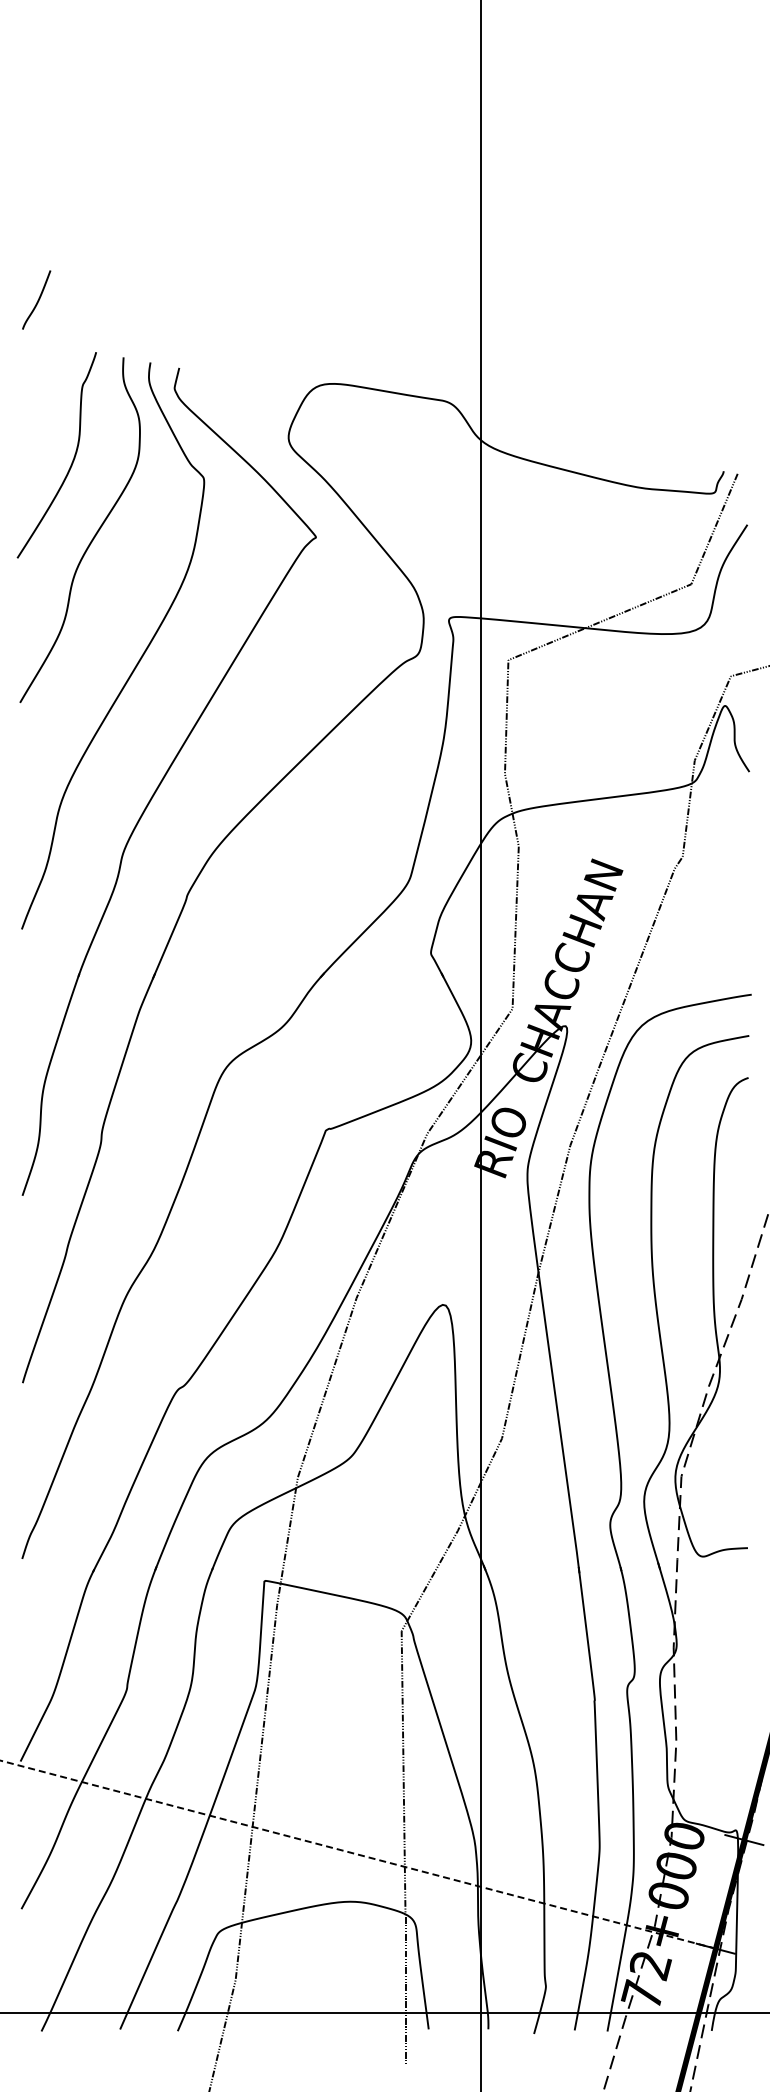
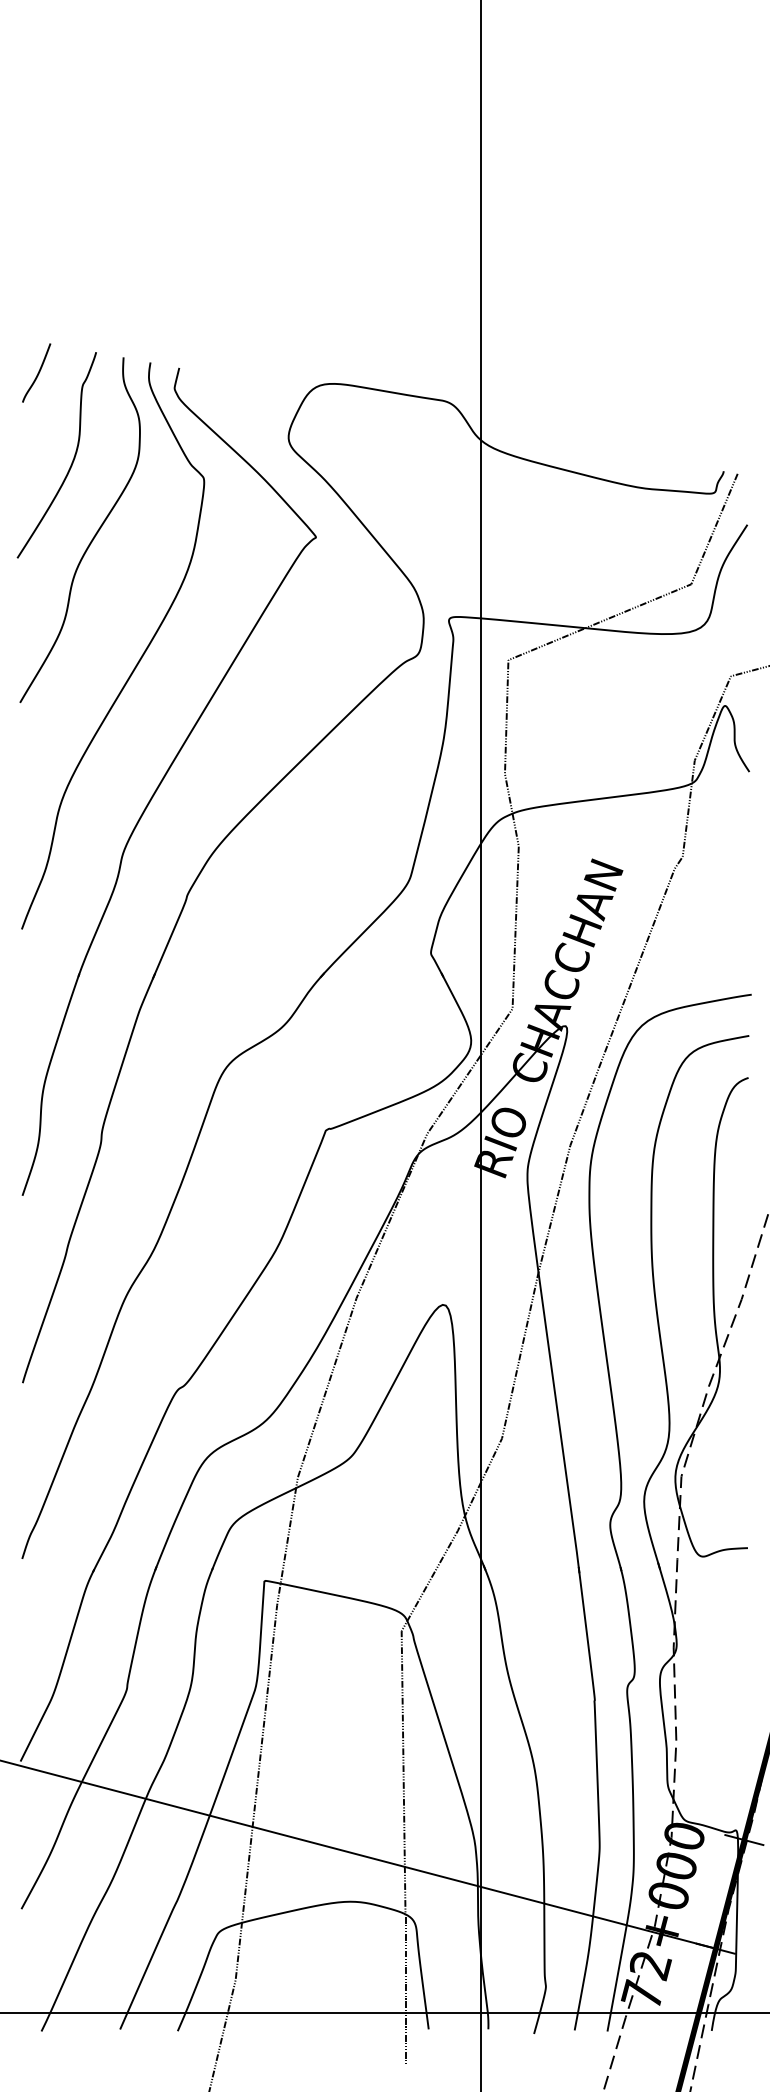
curve at (37, 300) position: (37, 300) -> (37, 373)
line at (358, 1854): dashed -> solid
